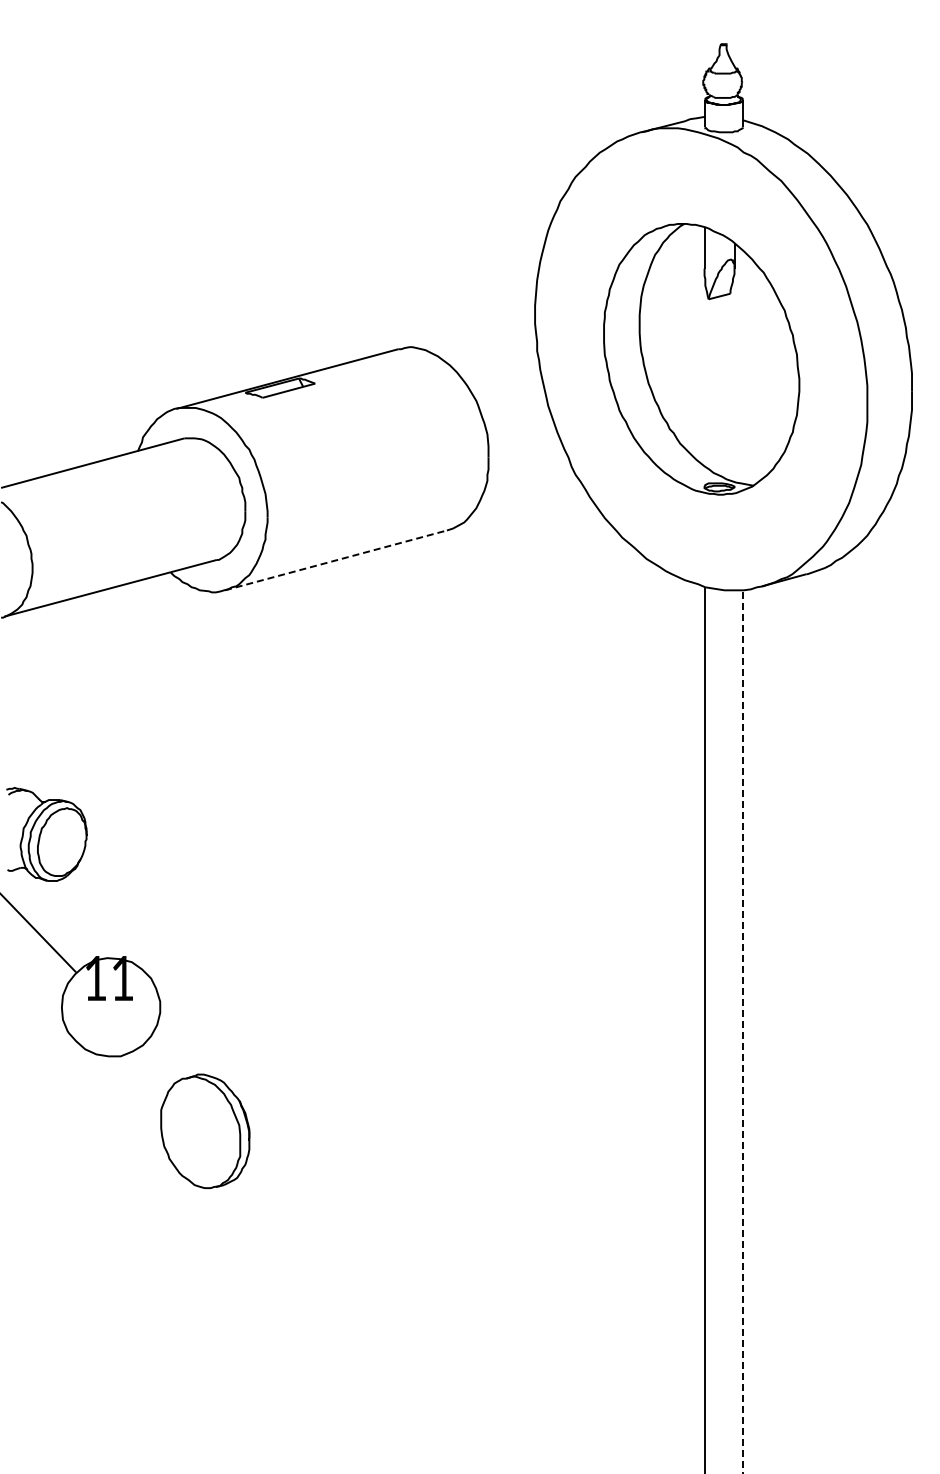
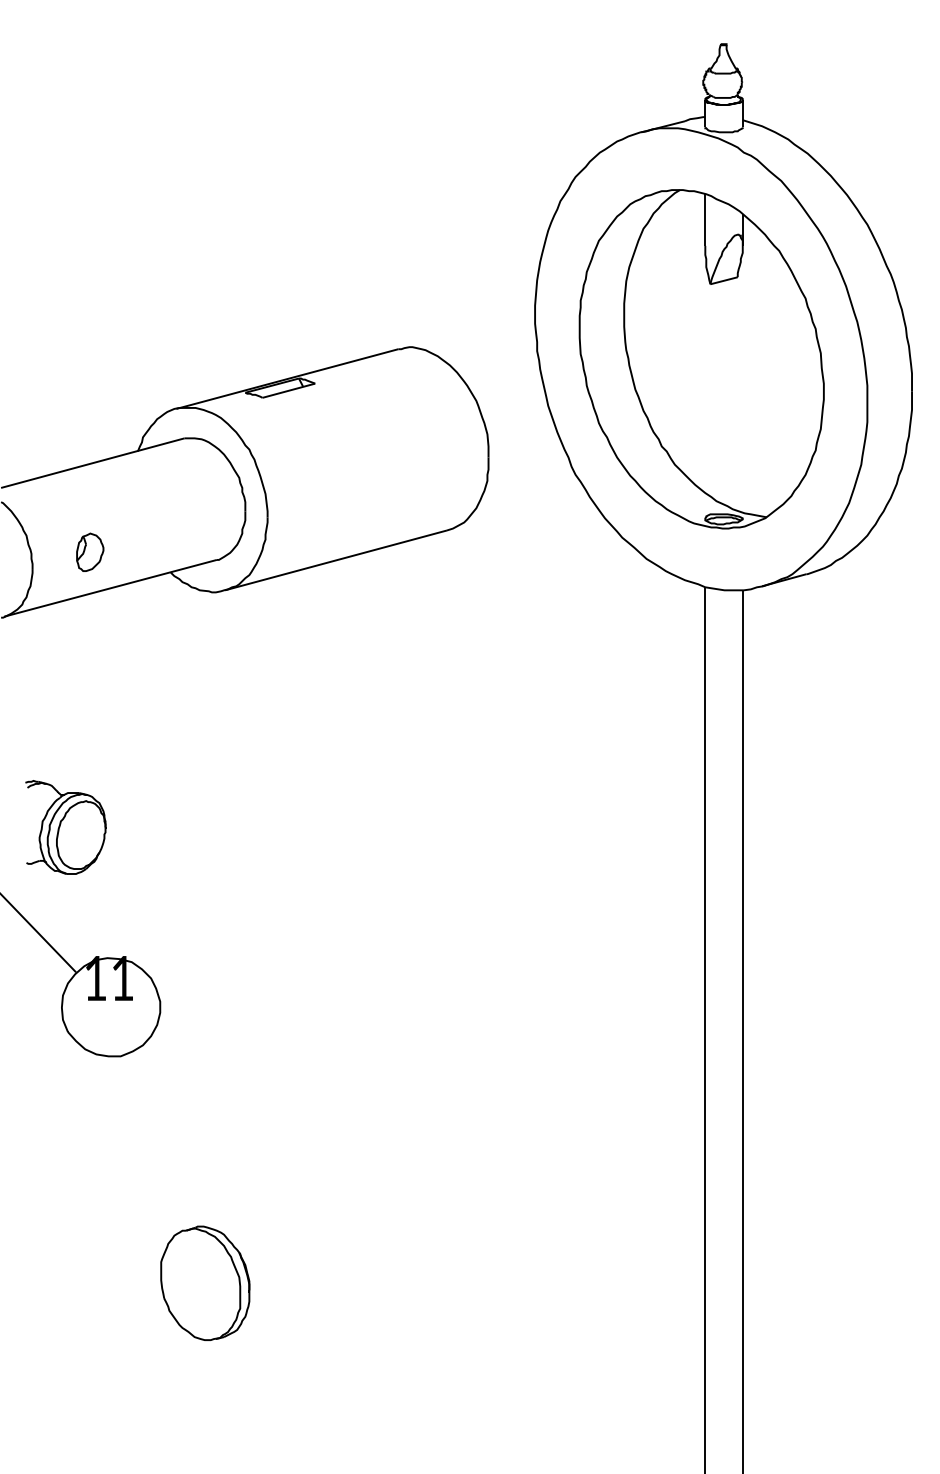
part at (701, 359) size: 198x273 px -> 247x341 px
part at (90, 551): none -> present
line at (336, 560): dashed -> solid
part at (46, 834) position: (46, 834) -> (65, 827)
line at (742, 1032): dashed -> solid
part at (205, 1130) position: (205, 1130) -> (205, 1282)
